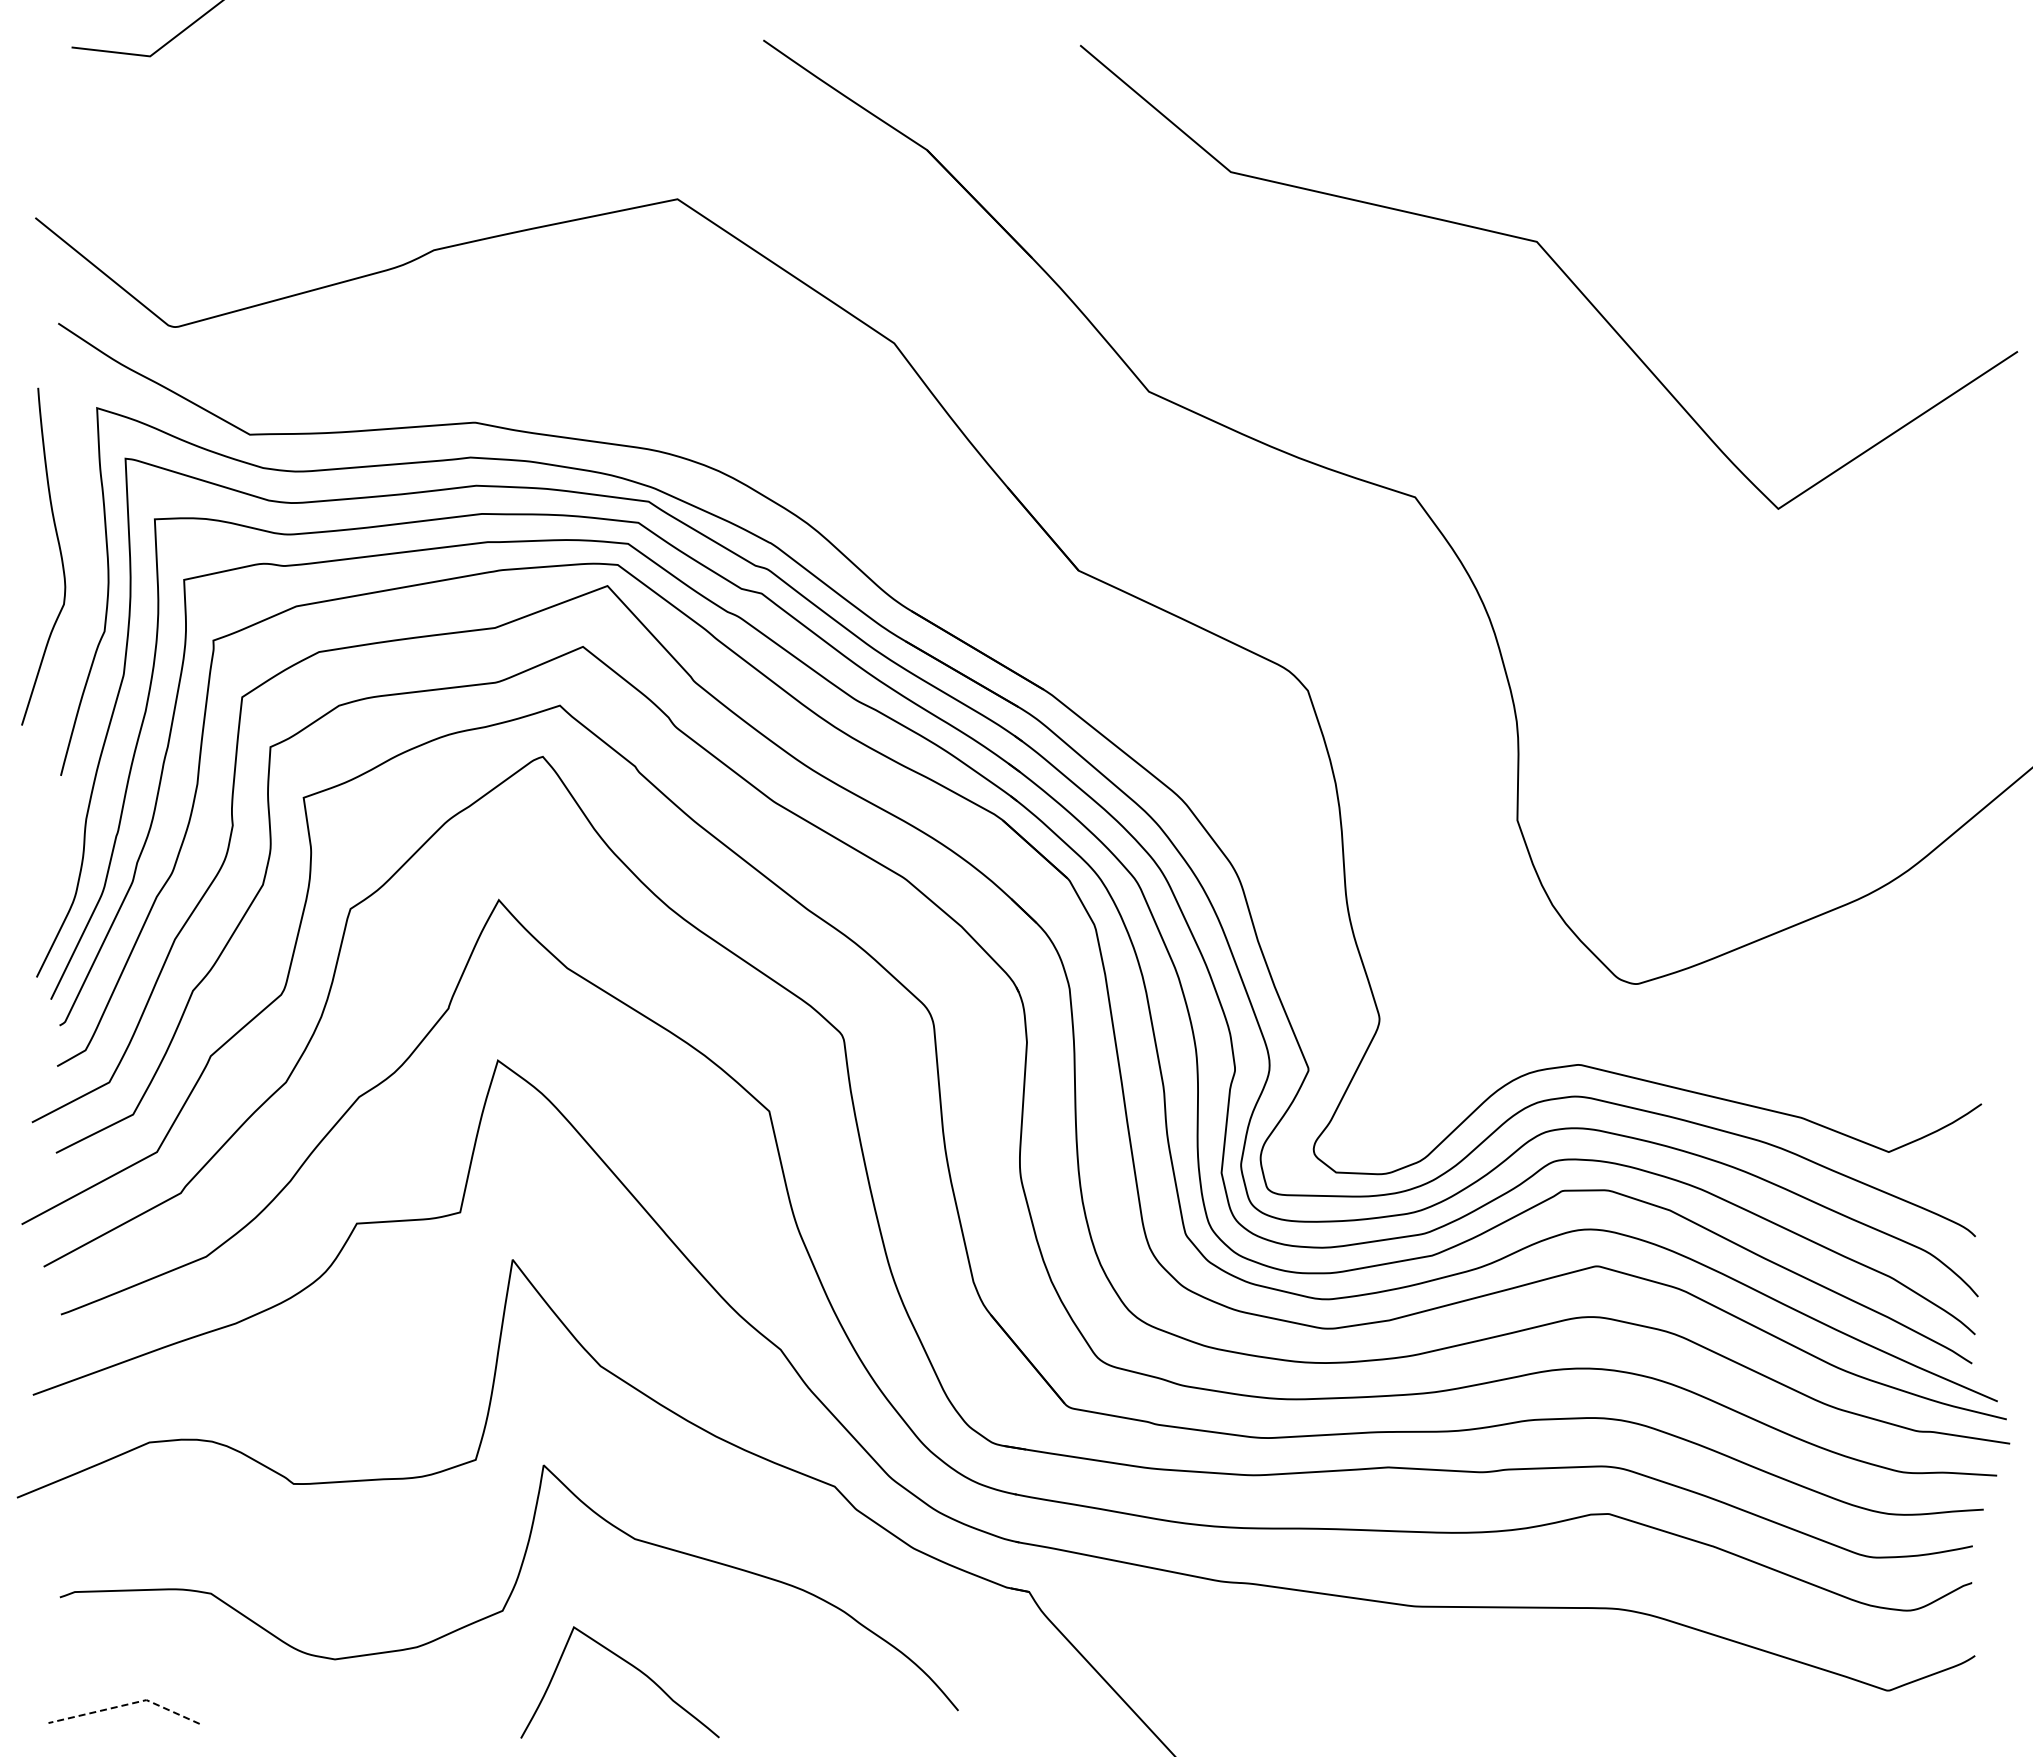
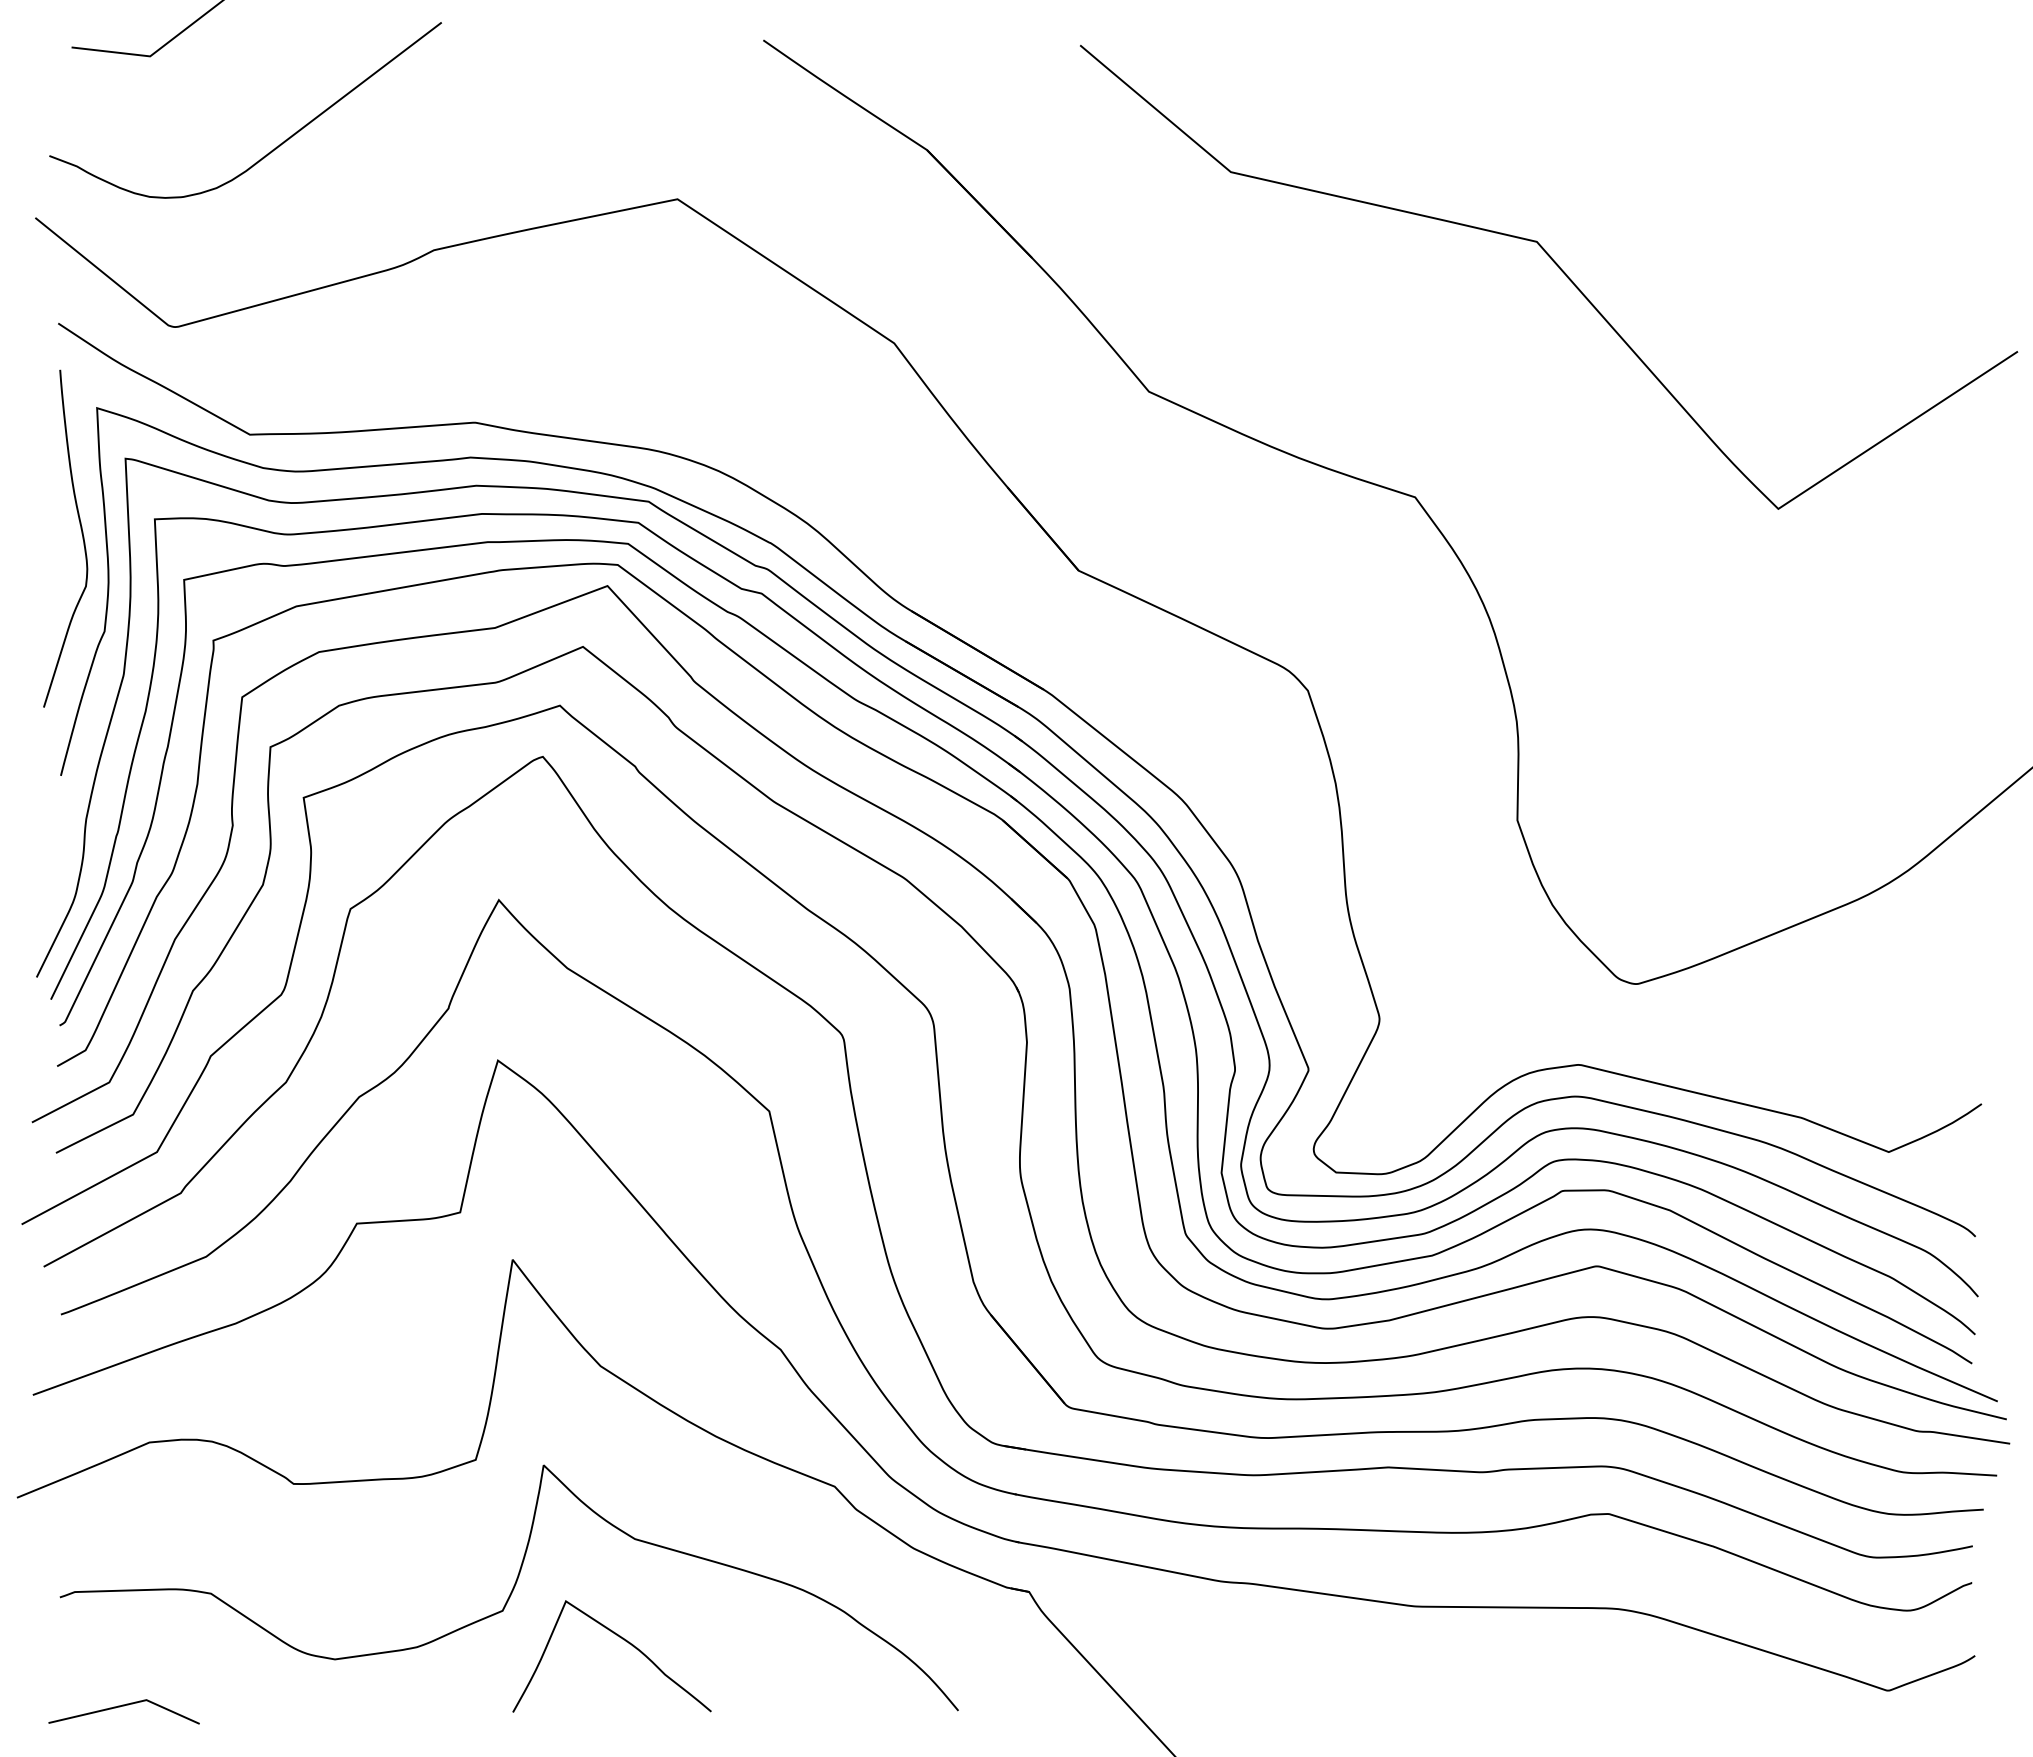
curve at (272, 149): none -> present
curve at (59, 552) position: (59, 552) -> (81, 534)
curve at (628, 1664) position: (628, 1664) -> (620, 1638)
line at (126, 1704): dashed -> solid
